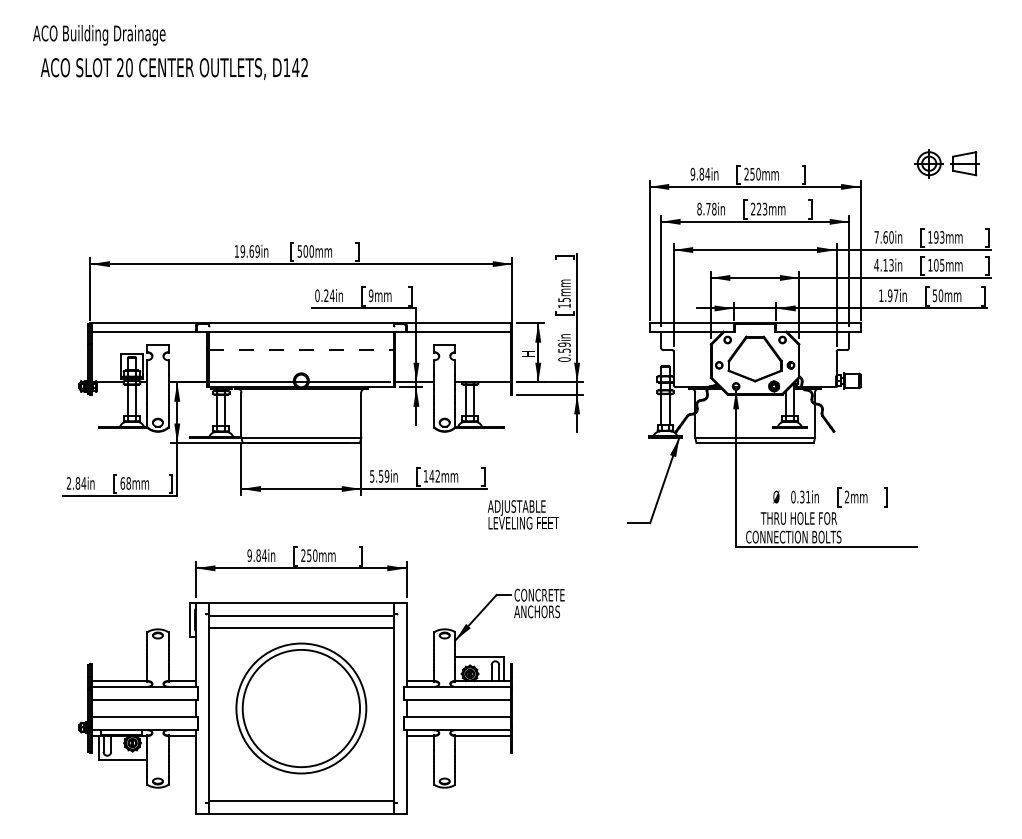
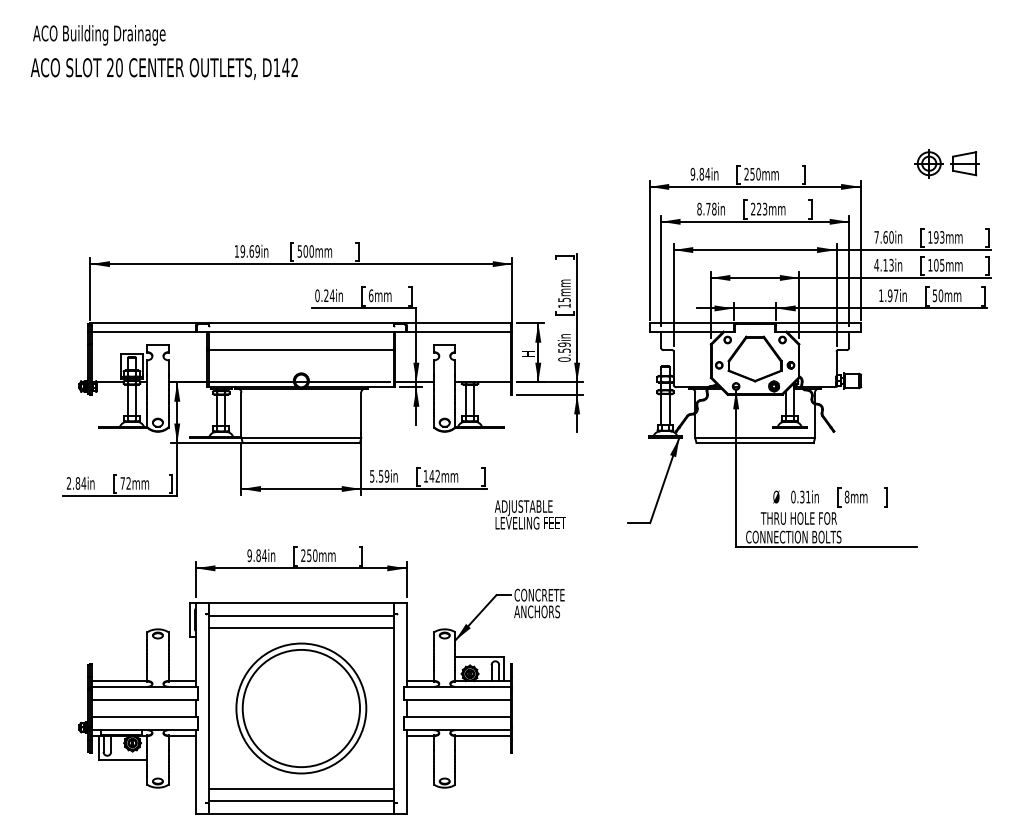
text at (173, 68) position: (173, 68) -> (163, 68)
text at (370, 295): 9mm -> 6mm
line at (301, 350): dashed -> solid
text at (125, 483): 68mm -> 72mm
text at (846, 496): 2mm -> 8mm
text at (522, 514) position: (522, 514) -> (529, 514)
line at (301, 788): none -> present
